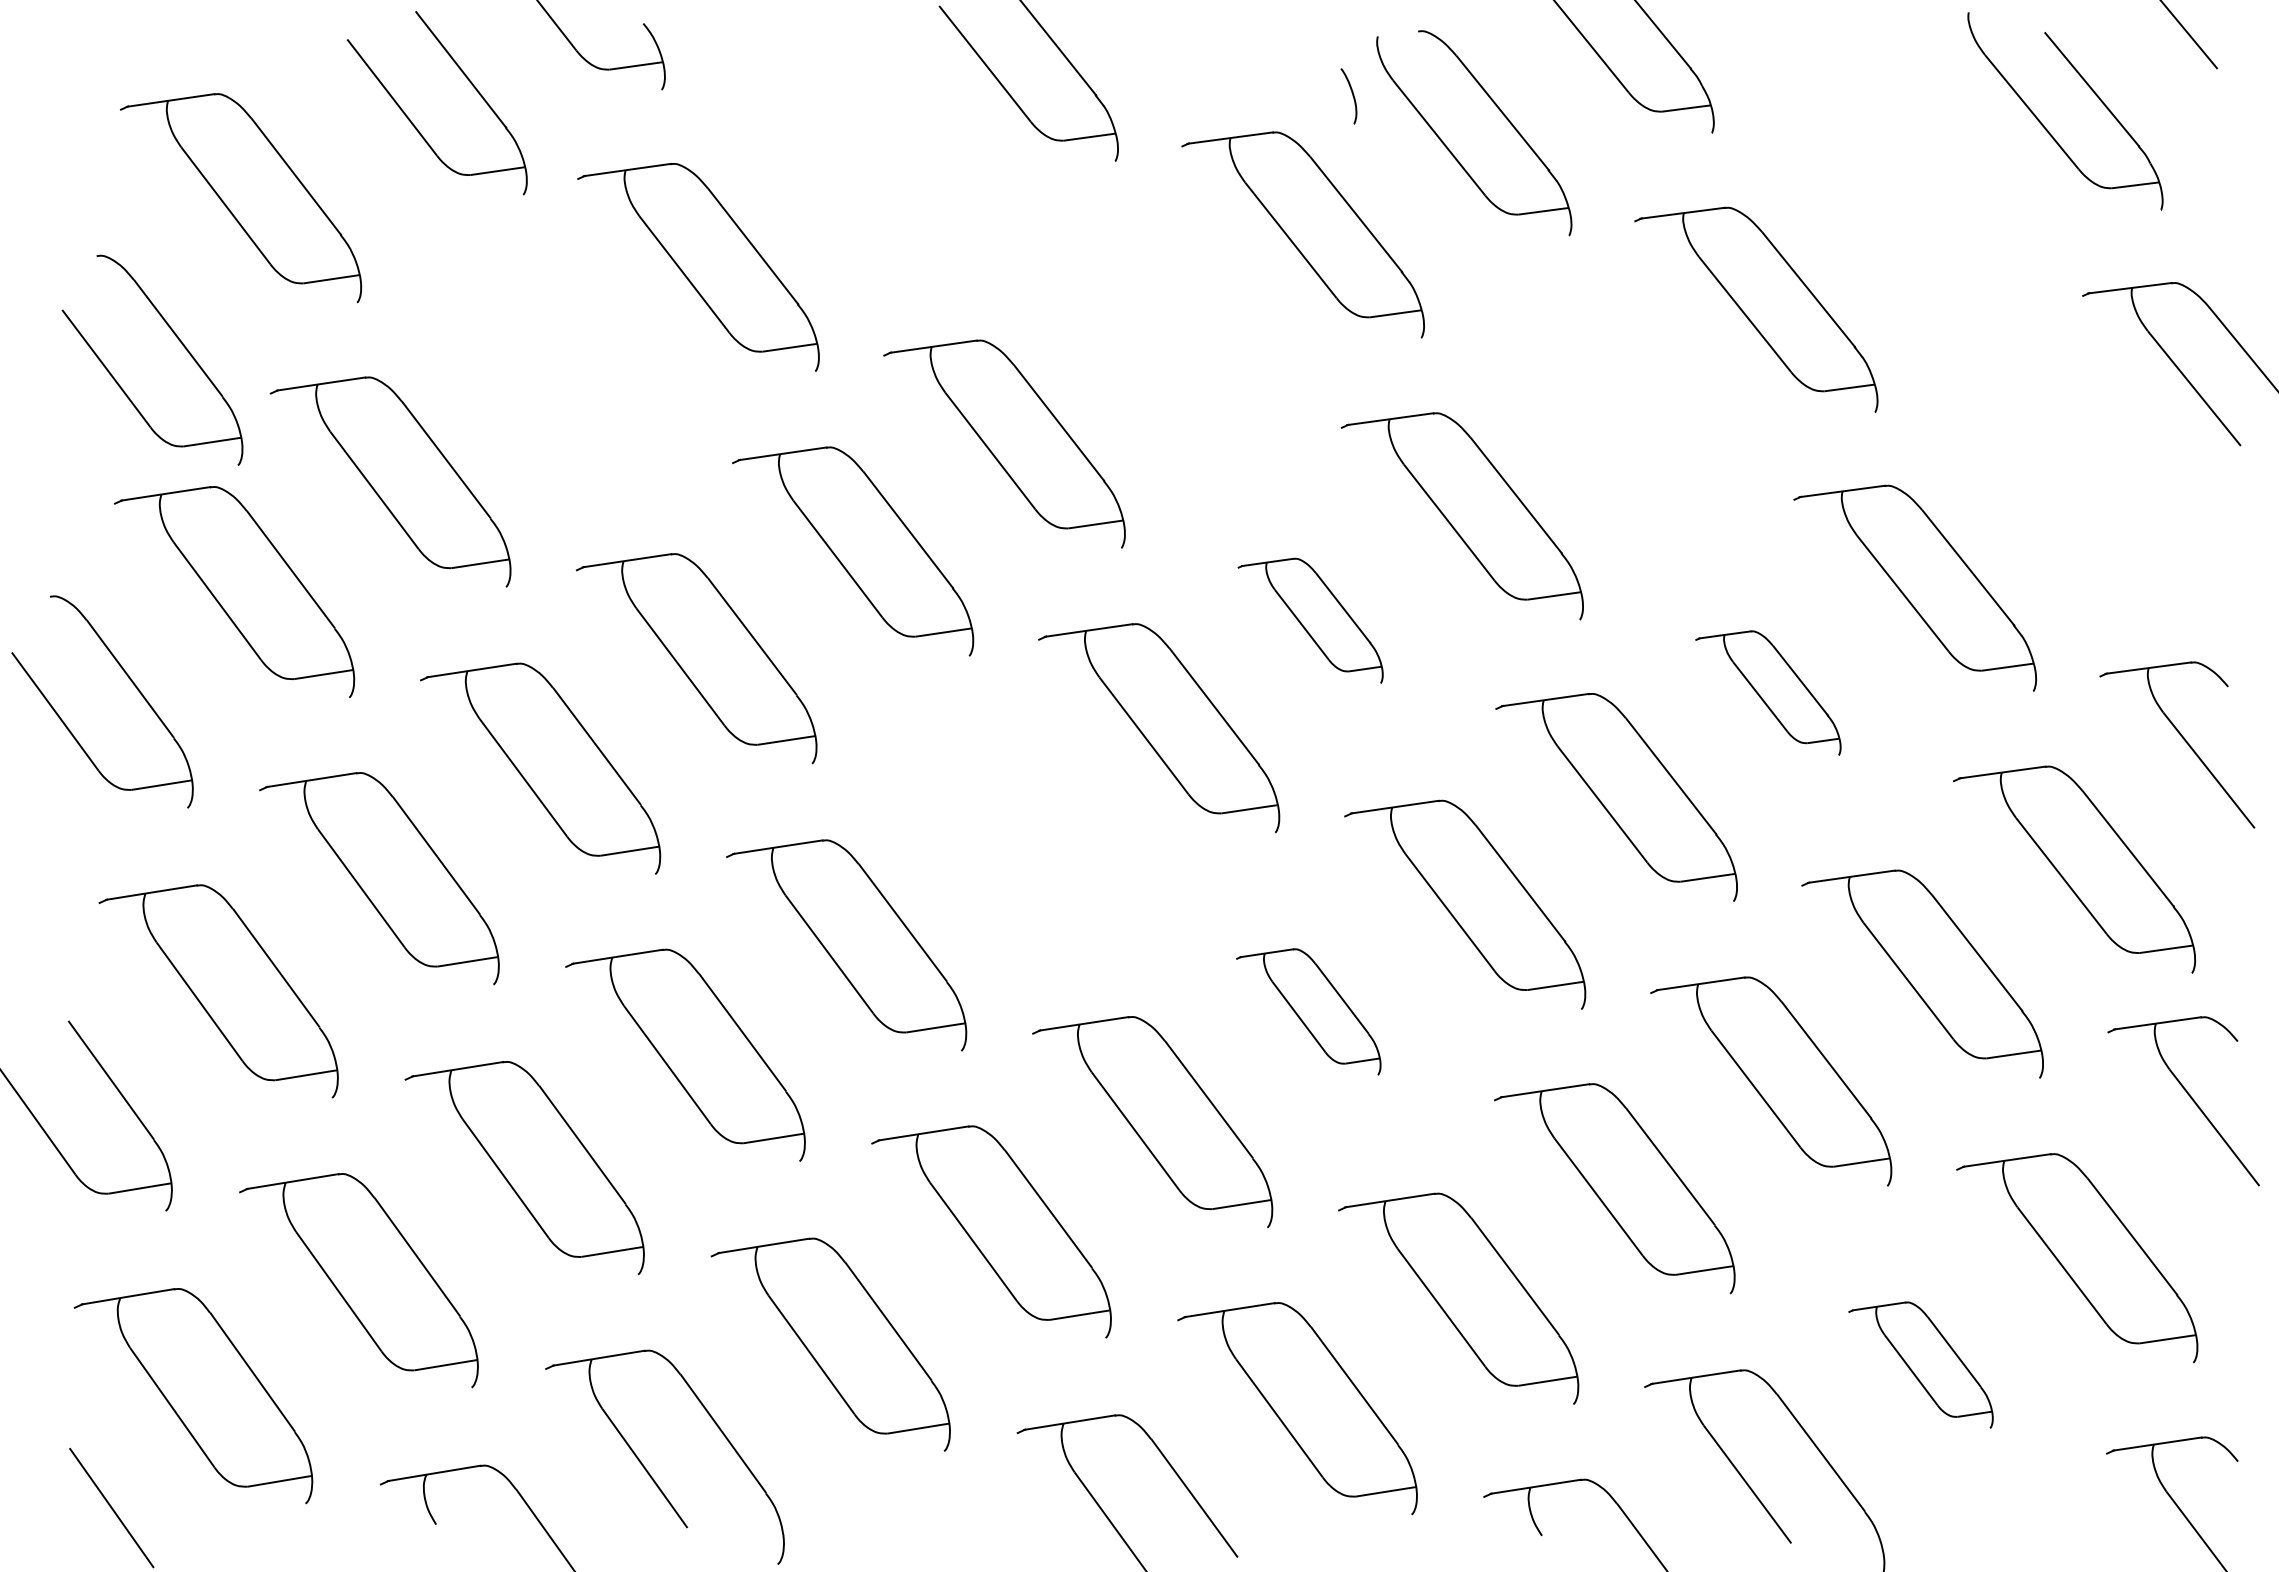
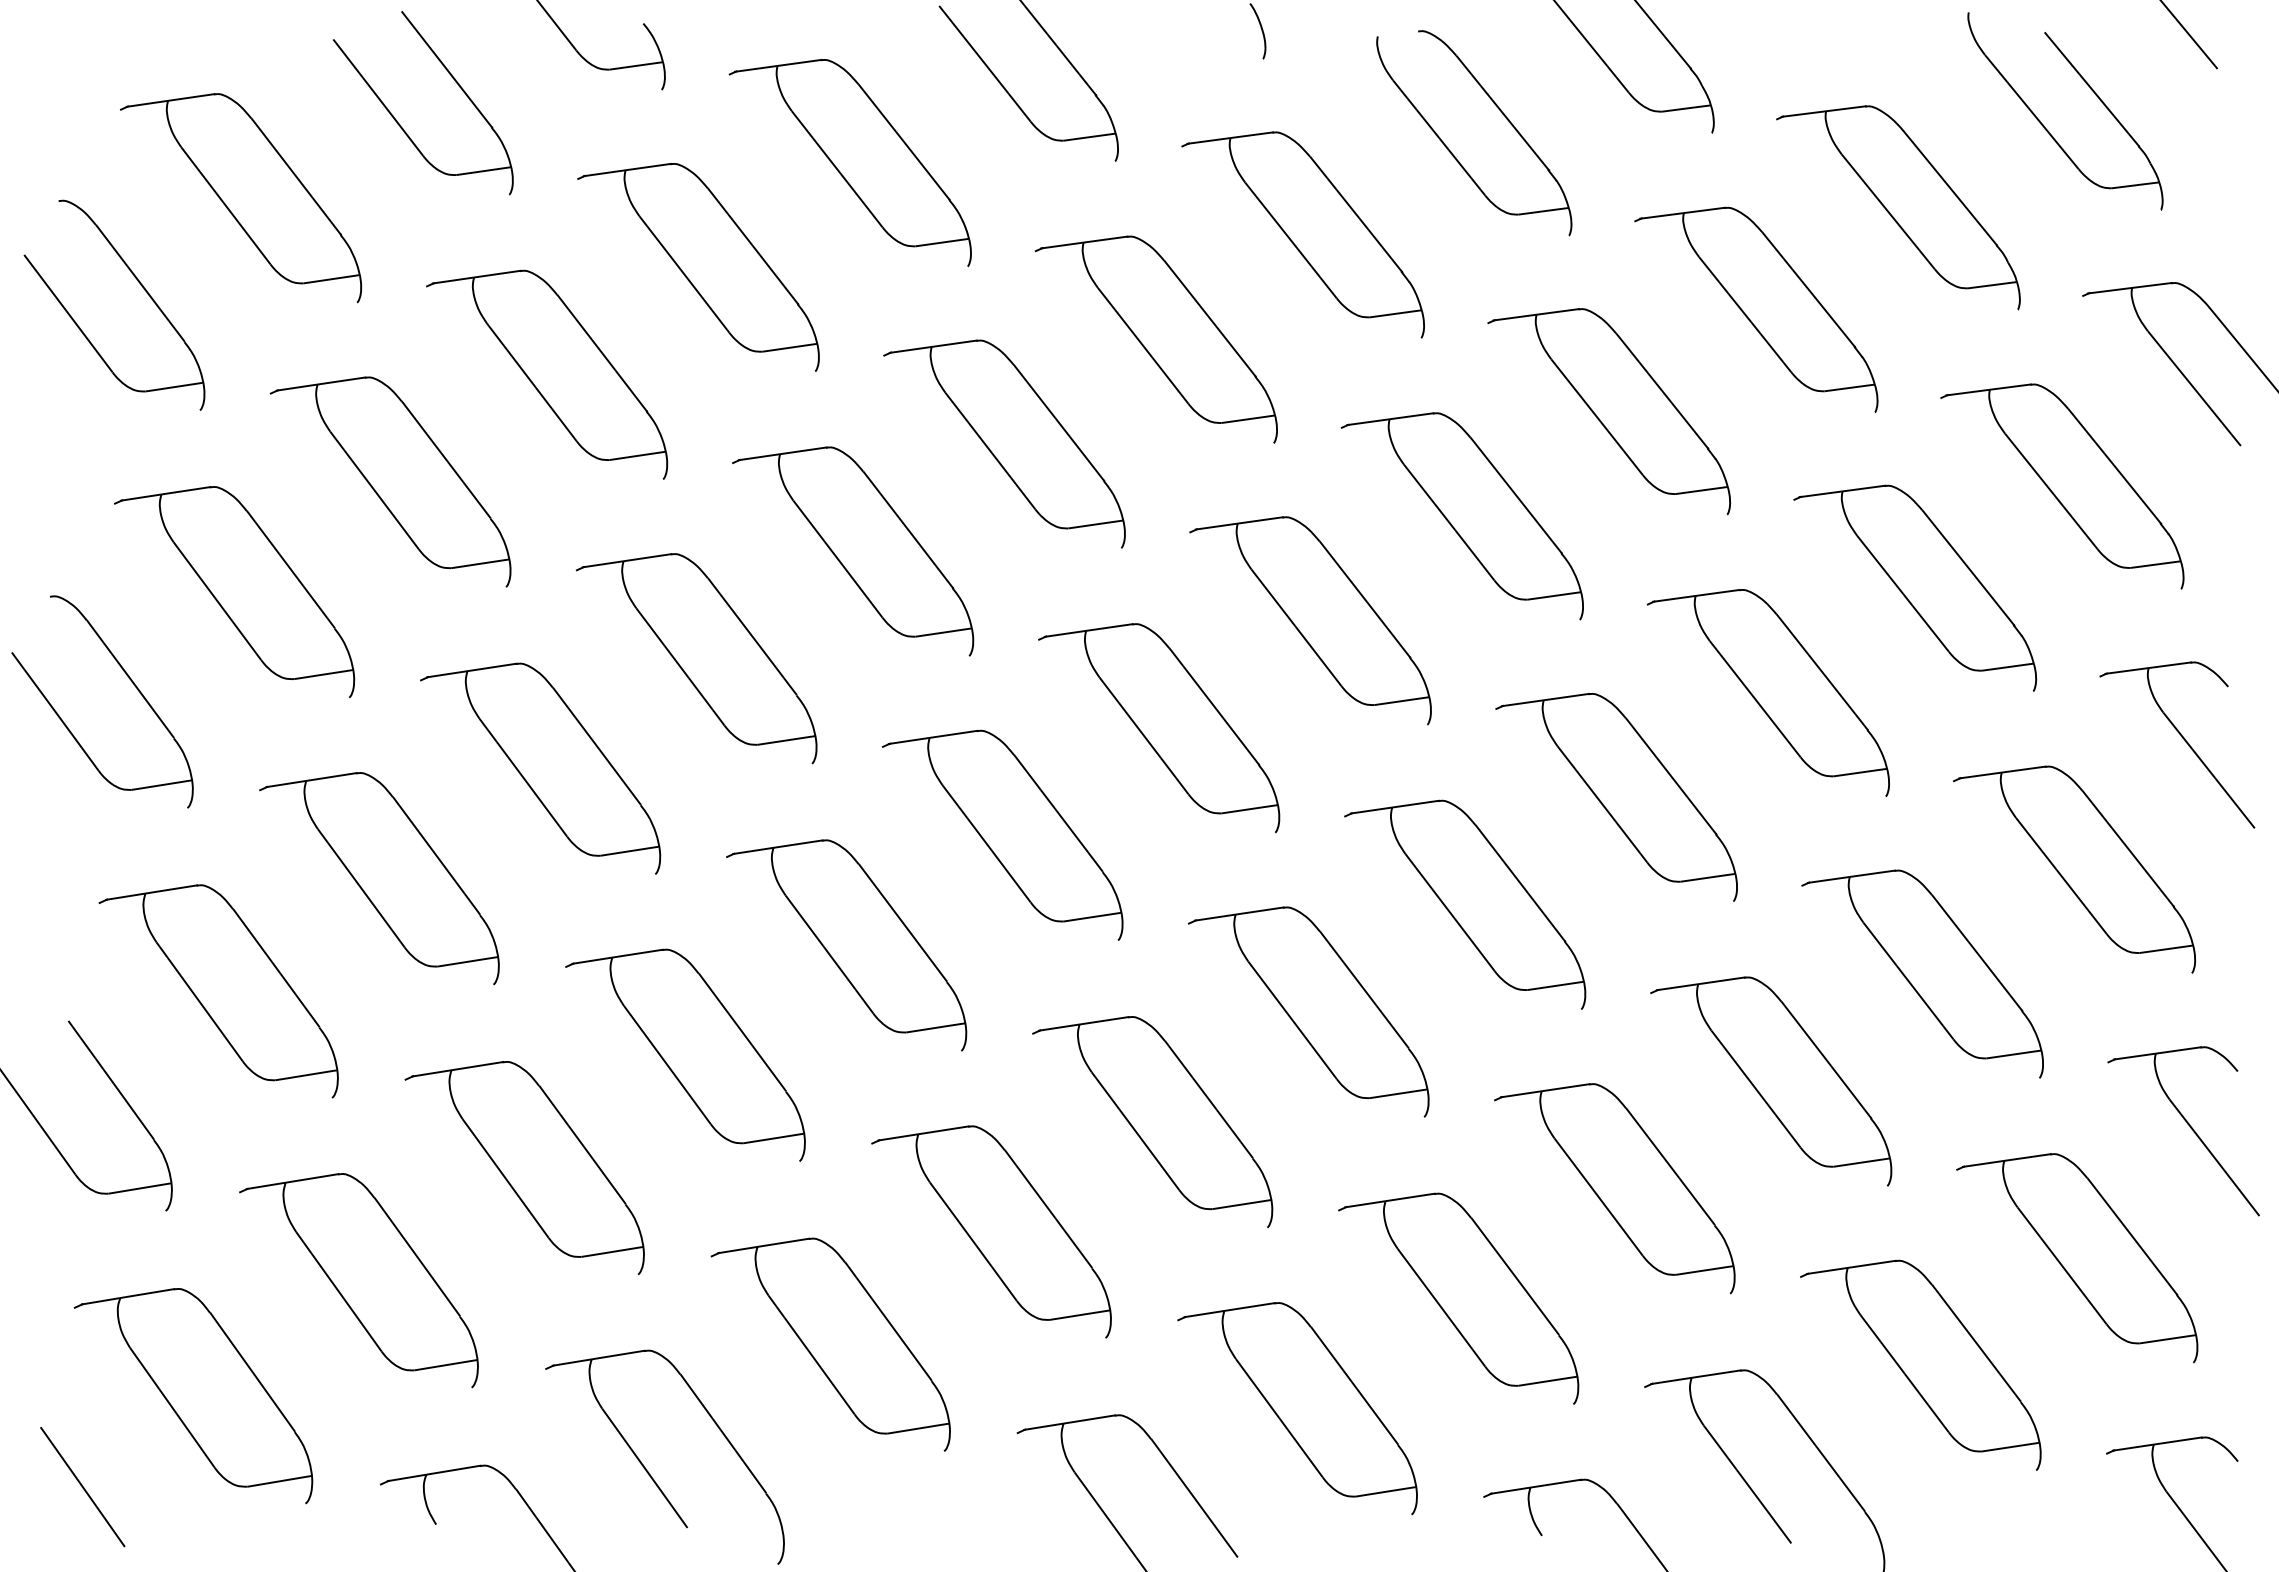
curve at (1352, 96) position: (1352, 96) -> (1261, 31)
part at (411, 120) position: (411, 120) -> (397, 120)
part at (849, 163): none -> present
part at (1898, 207): none -> present
part at (1155, 339): none -> present
part at (178, 340) position: (178, 340) -> (140, 285)
part at (547, 374): none -> present
part at (1608, 411): none -> present
part at (2062, 486): none -> present
part at (1310, 620) size: 147x127 px -> 243x210 px
part at (1768, 692) size: 147x126 px -> 244x209 px
part at (1002, 834): none -> present
part at (1308, 1011) size: 146x128 px -> 243x212 px
part at (2190, 1098) position: (2190, 1098) -> (2190, 1128)
part at (1920, 1364) size: 146x128 px -> 242x212 px
line at (111, 1507) position: (111, 1507) -> (82, 1486)
